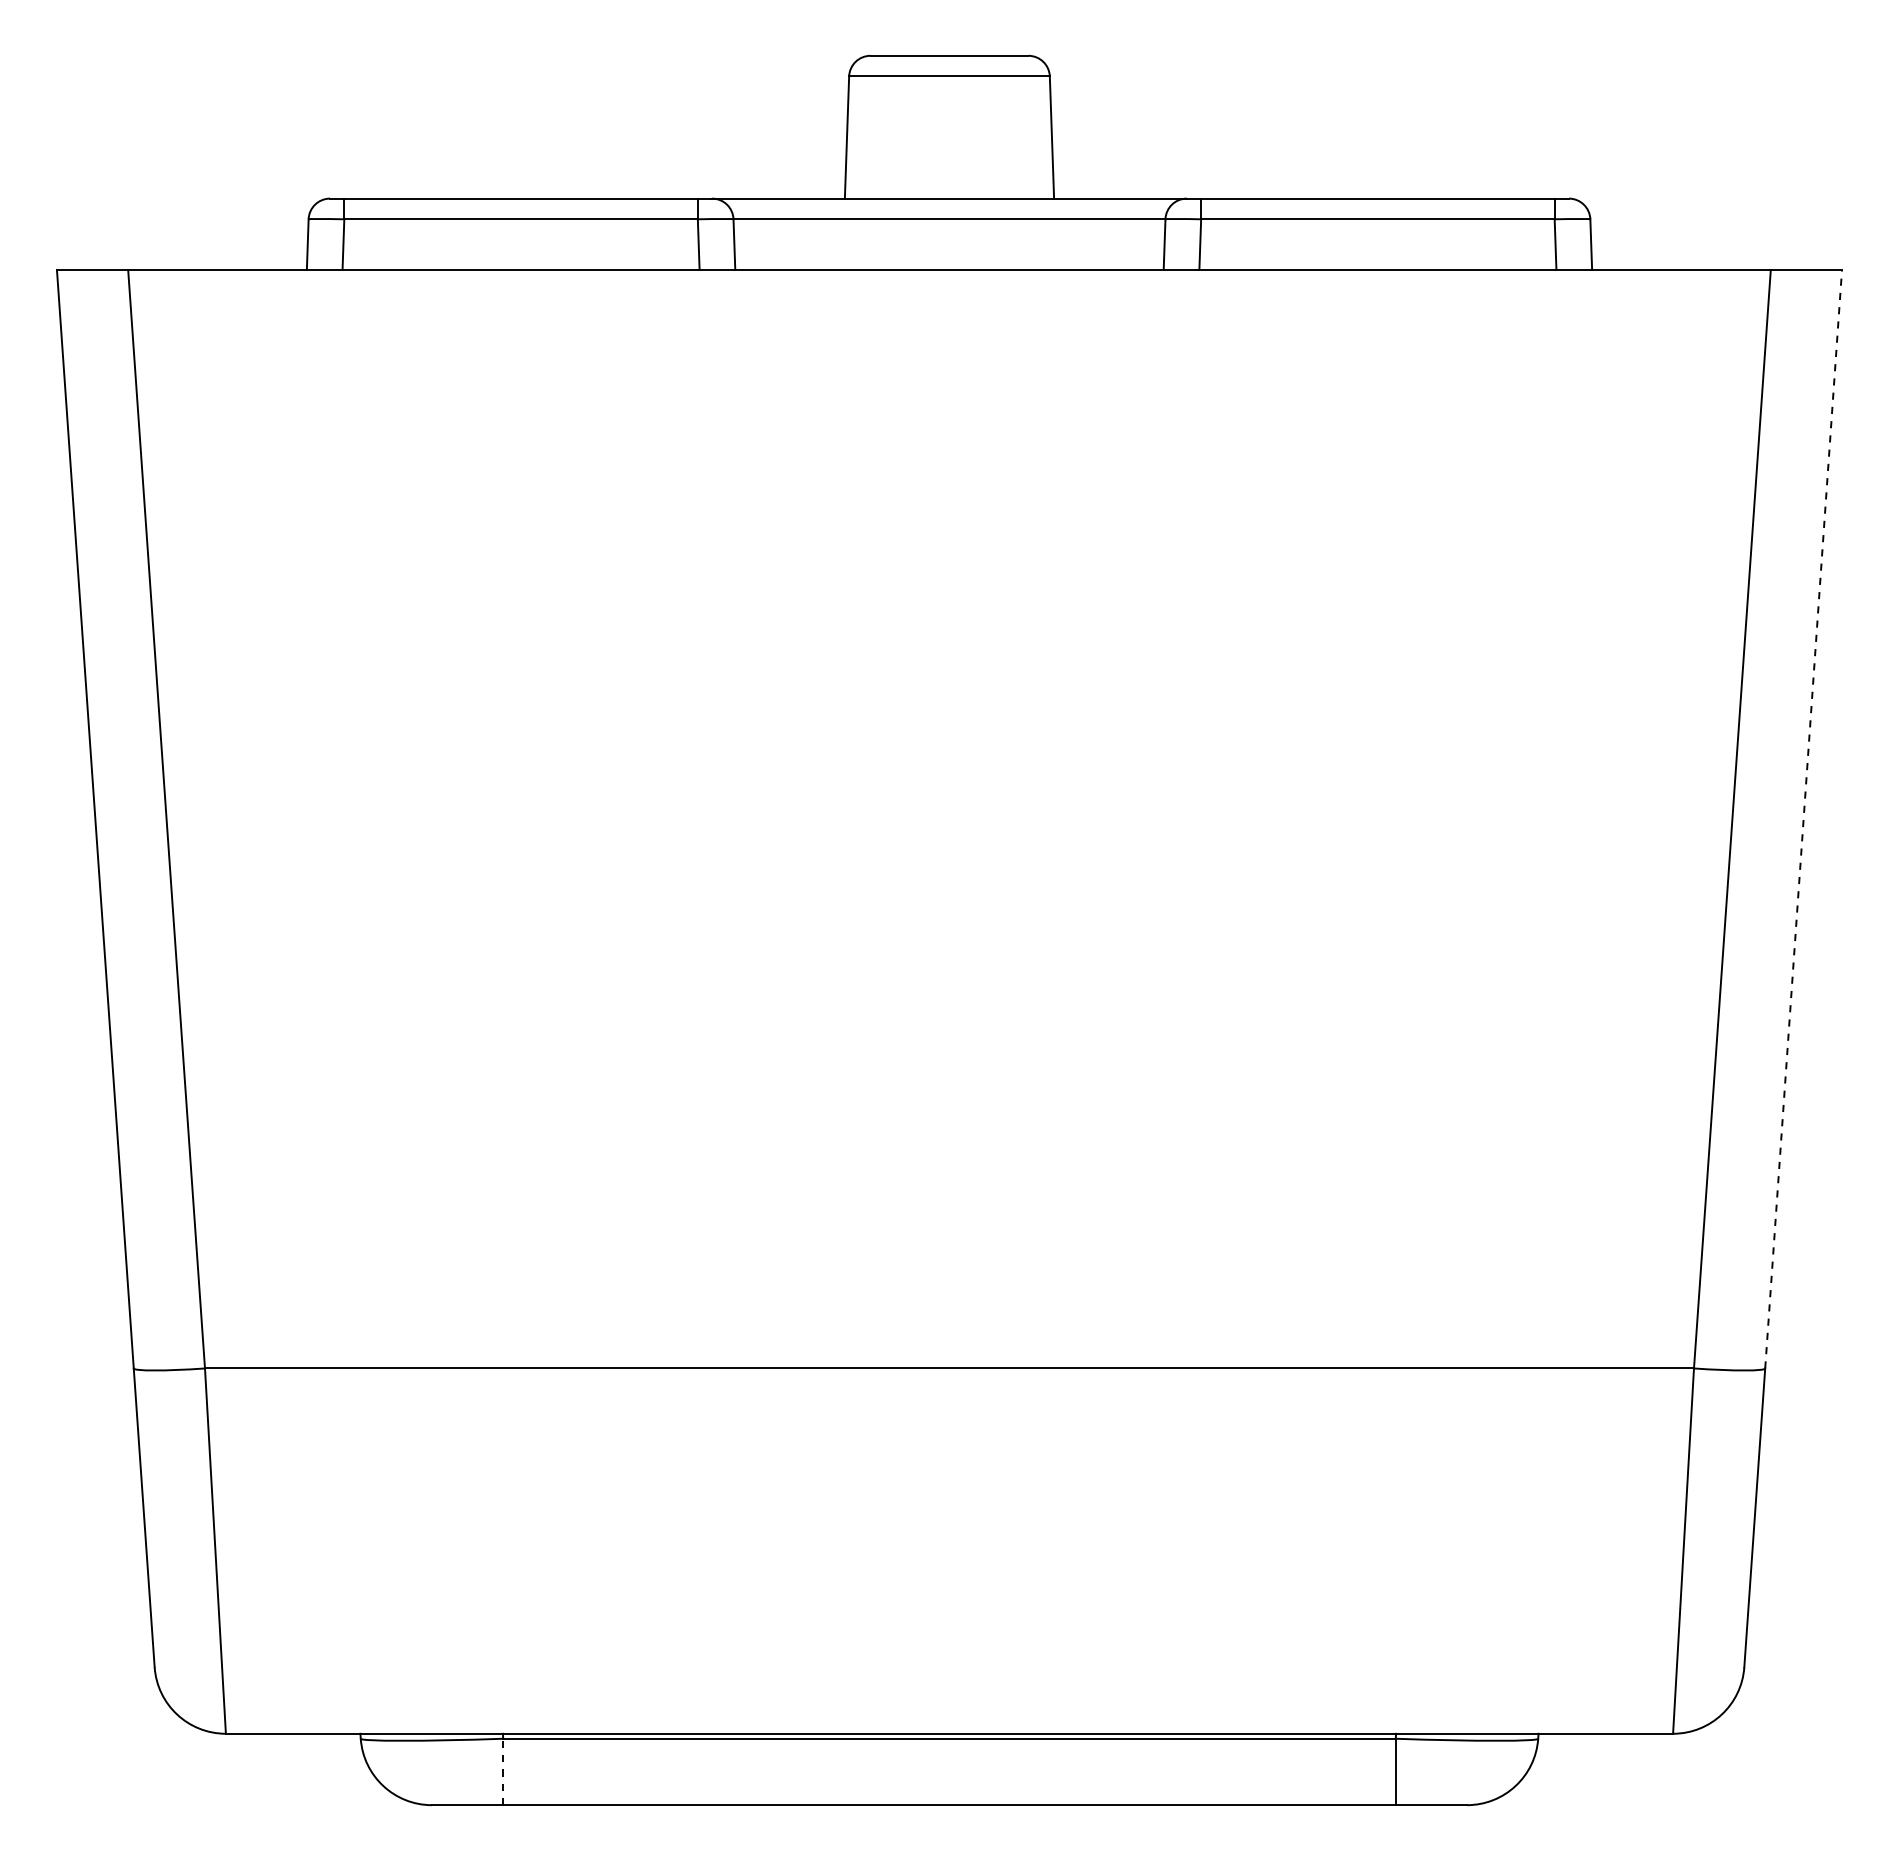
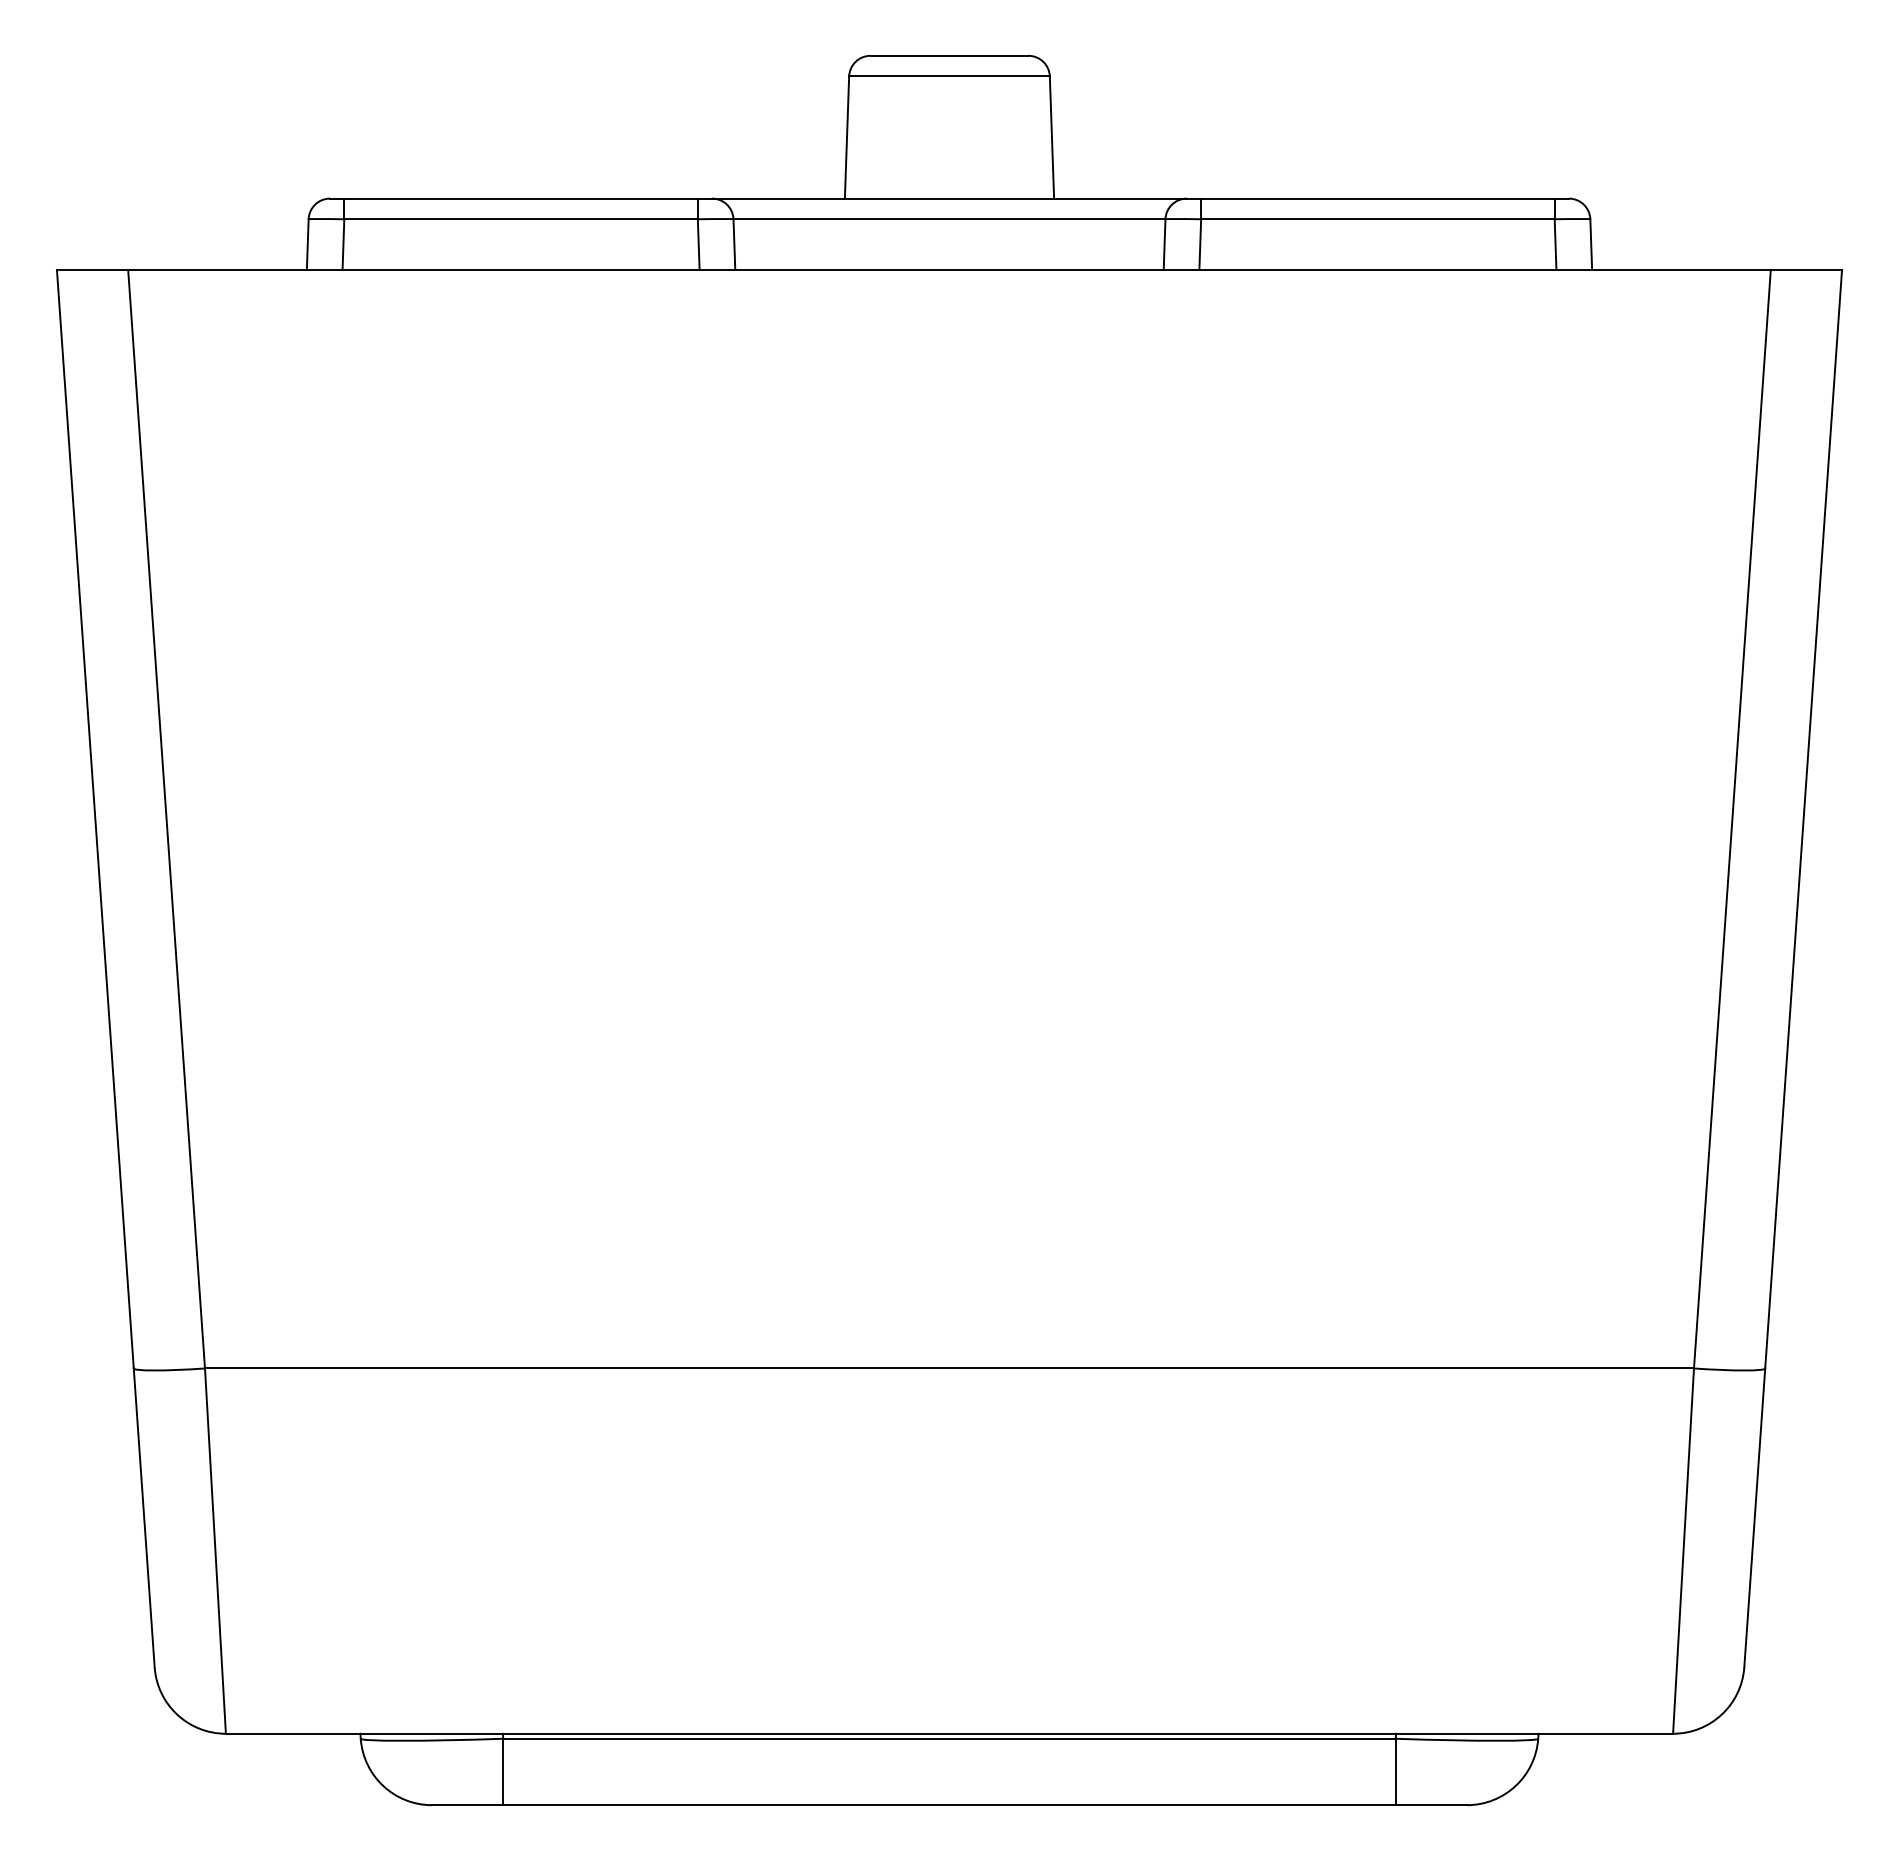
line at (1803, 819): dashed -> solid
line at (503, 1771): dashed -> solid
